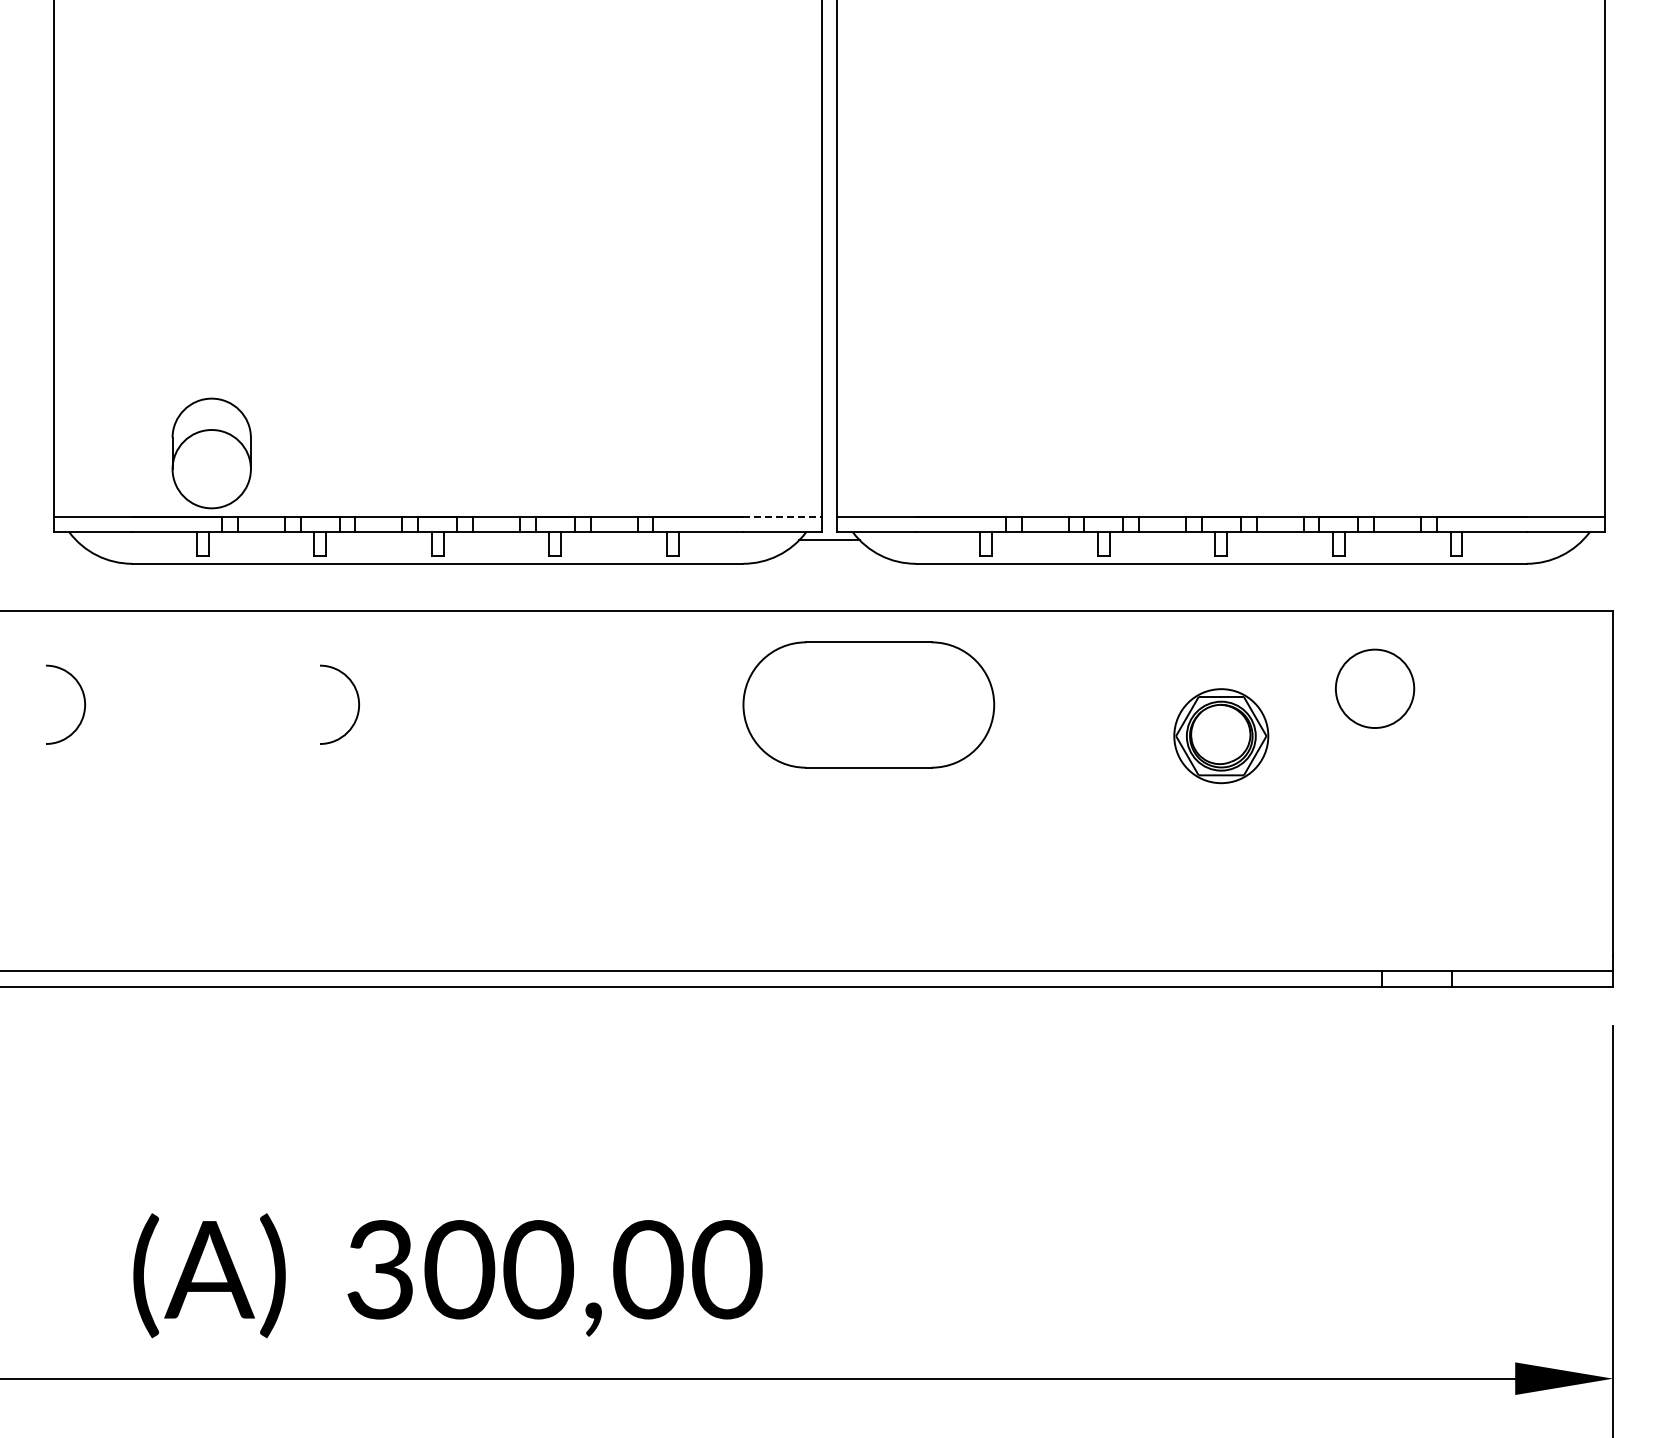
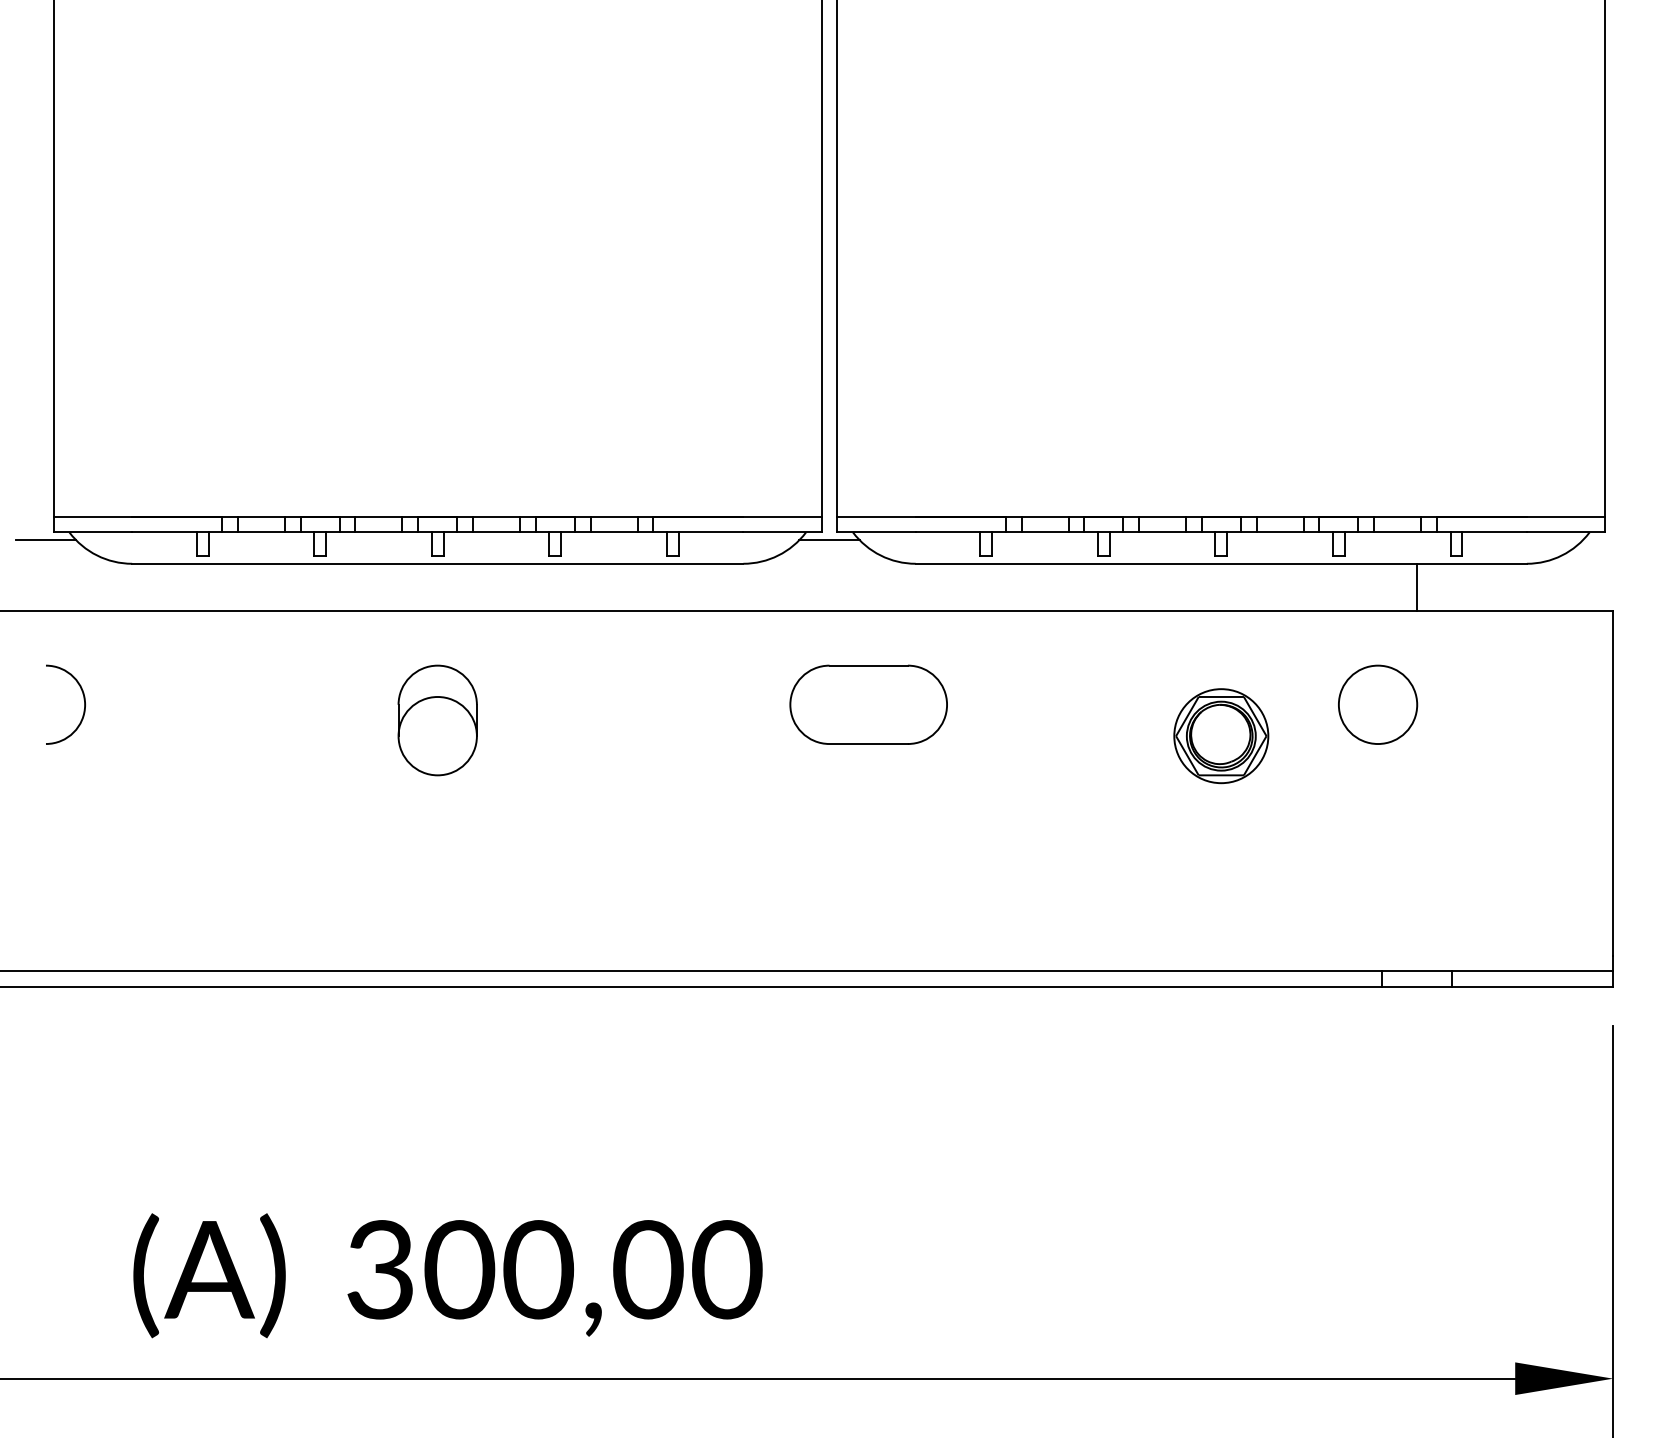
part at (211, 453) position: (211, 453) -> (437, 720)
line at (783, 516): dashed -> solid
line at (45, 540): none -> present
line at (1417, 586): none -> present
circle at (1375, 688) position: (1375, 688) -> (1378, 704)
arc at (357, 699): present -> none
part at (868, 704) size: 254x128 px -> 159x81 px
